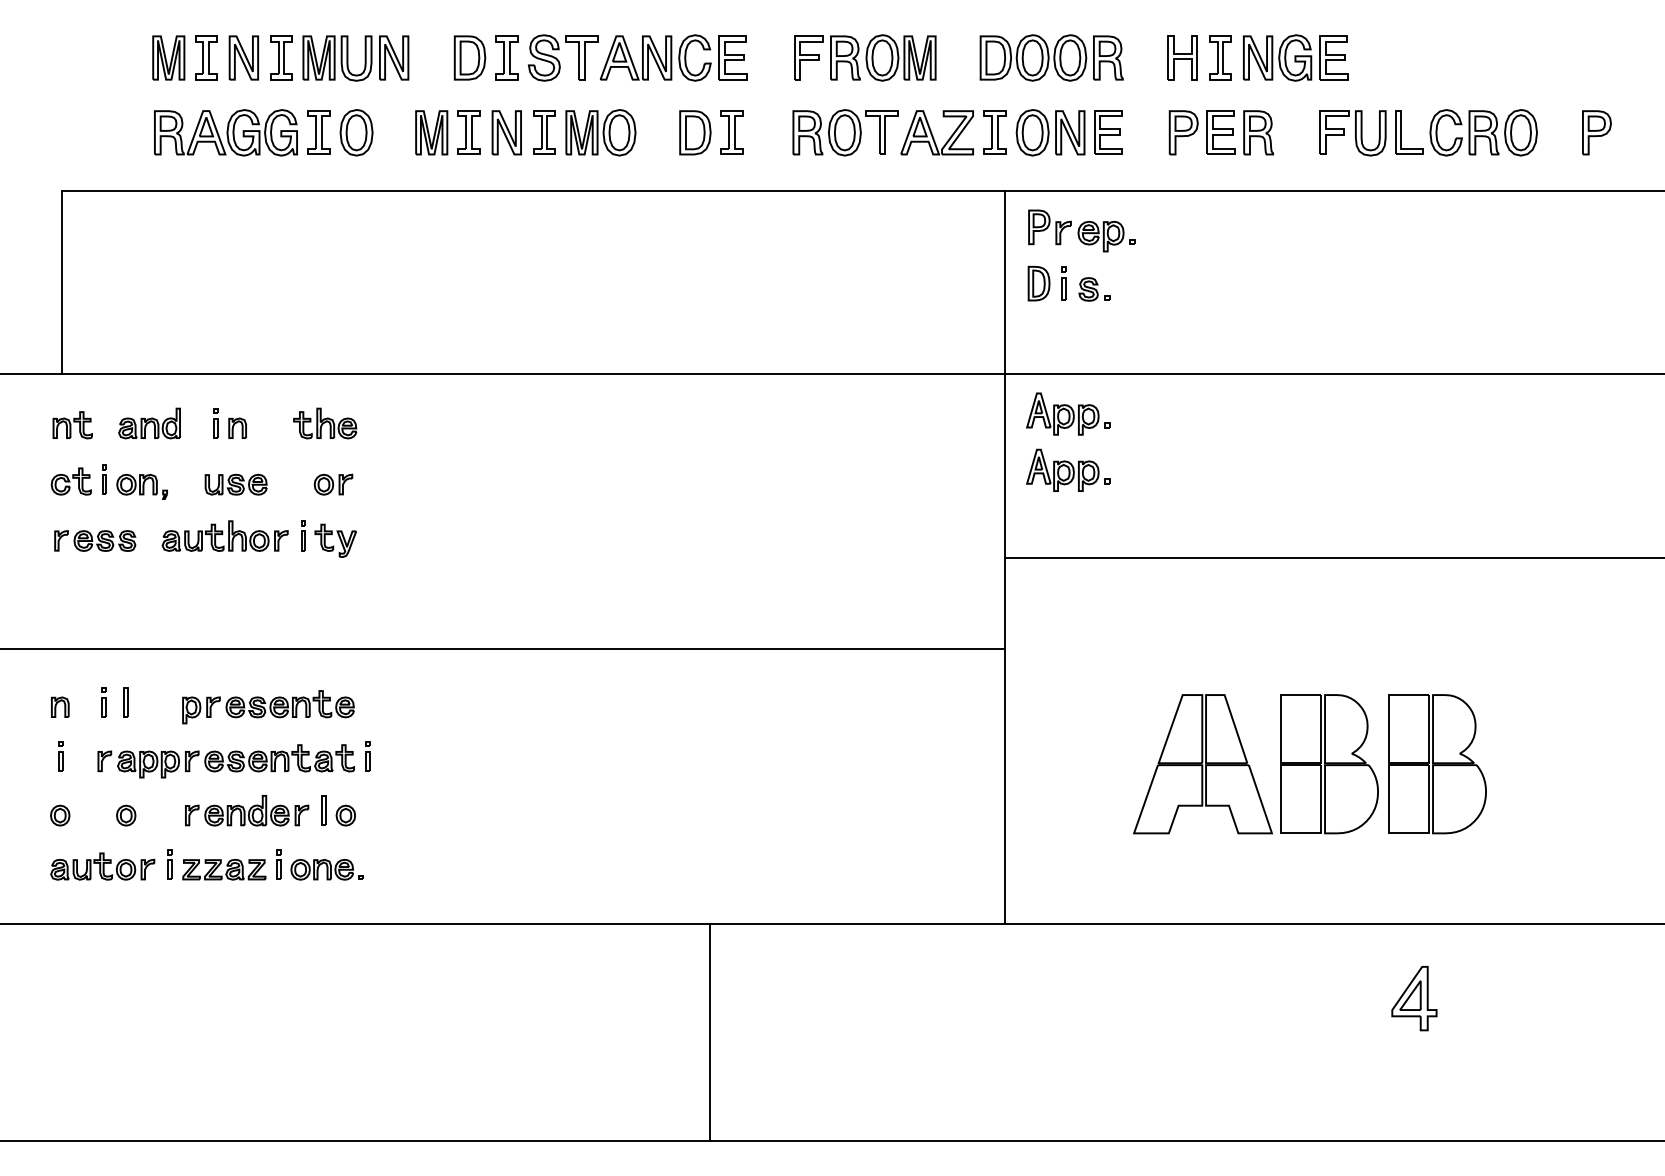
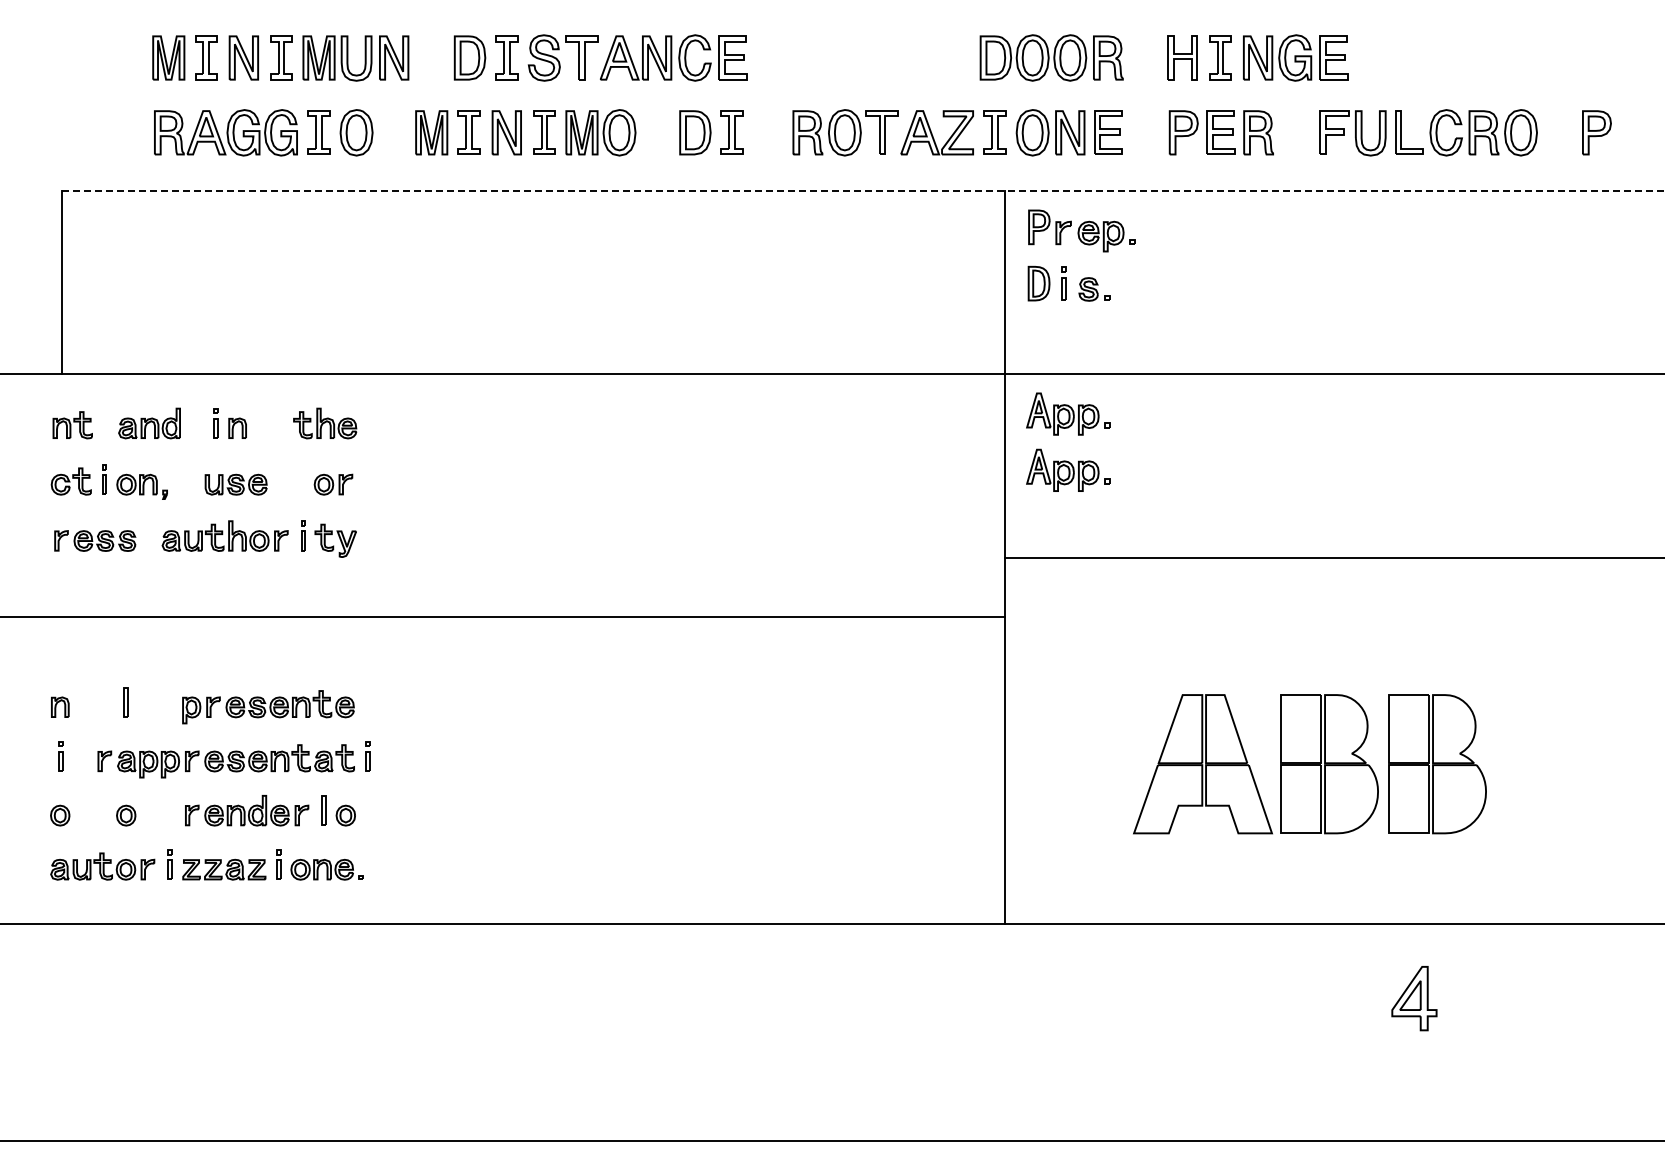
part at (865, 57): present -> none
line at (862, 191): solid -> dashed
line at (503, 649) position: (503, 649) -> (503, 617)
part at (103, 702): present -> none
line at (709, 1032): present -> none
